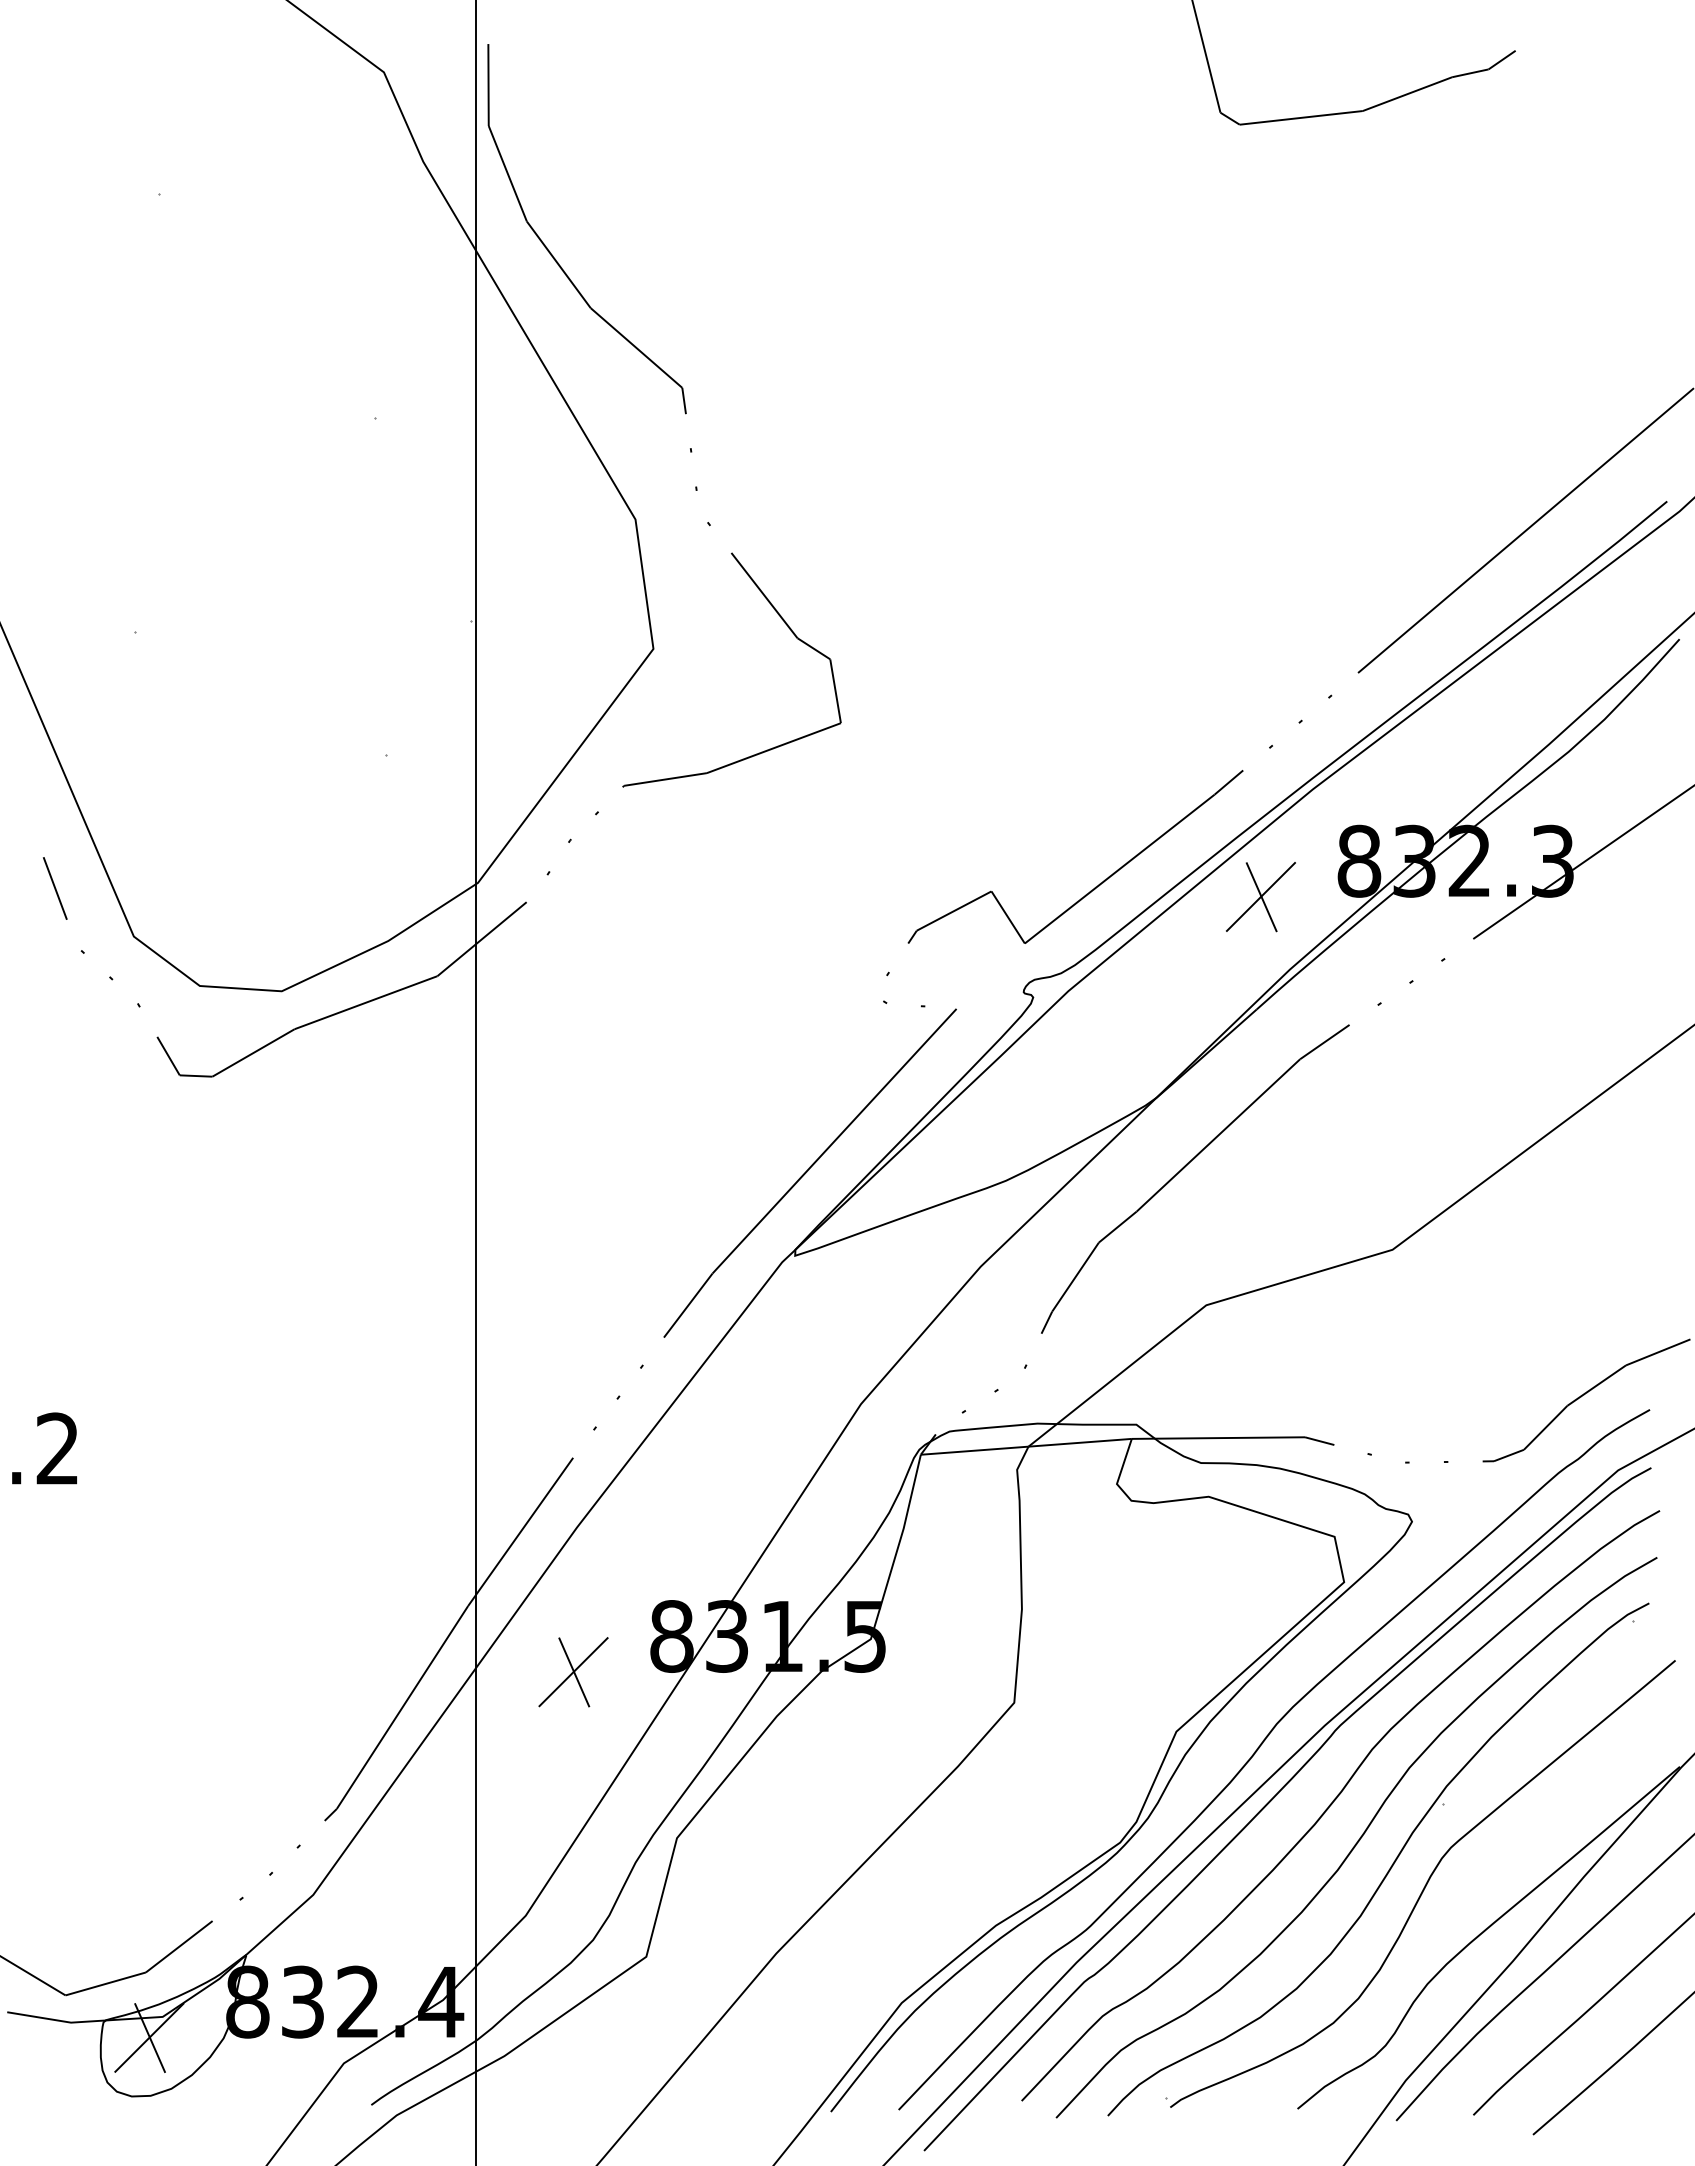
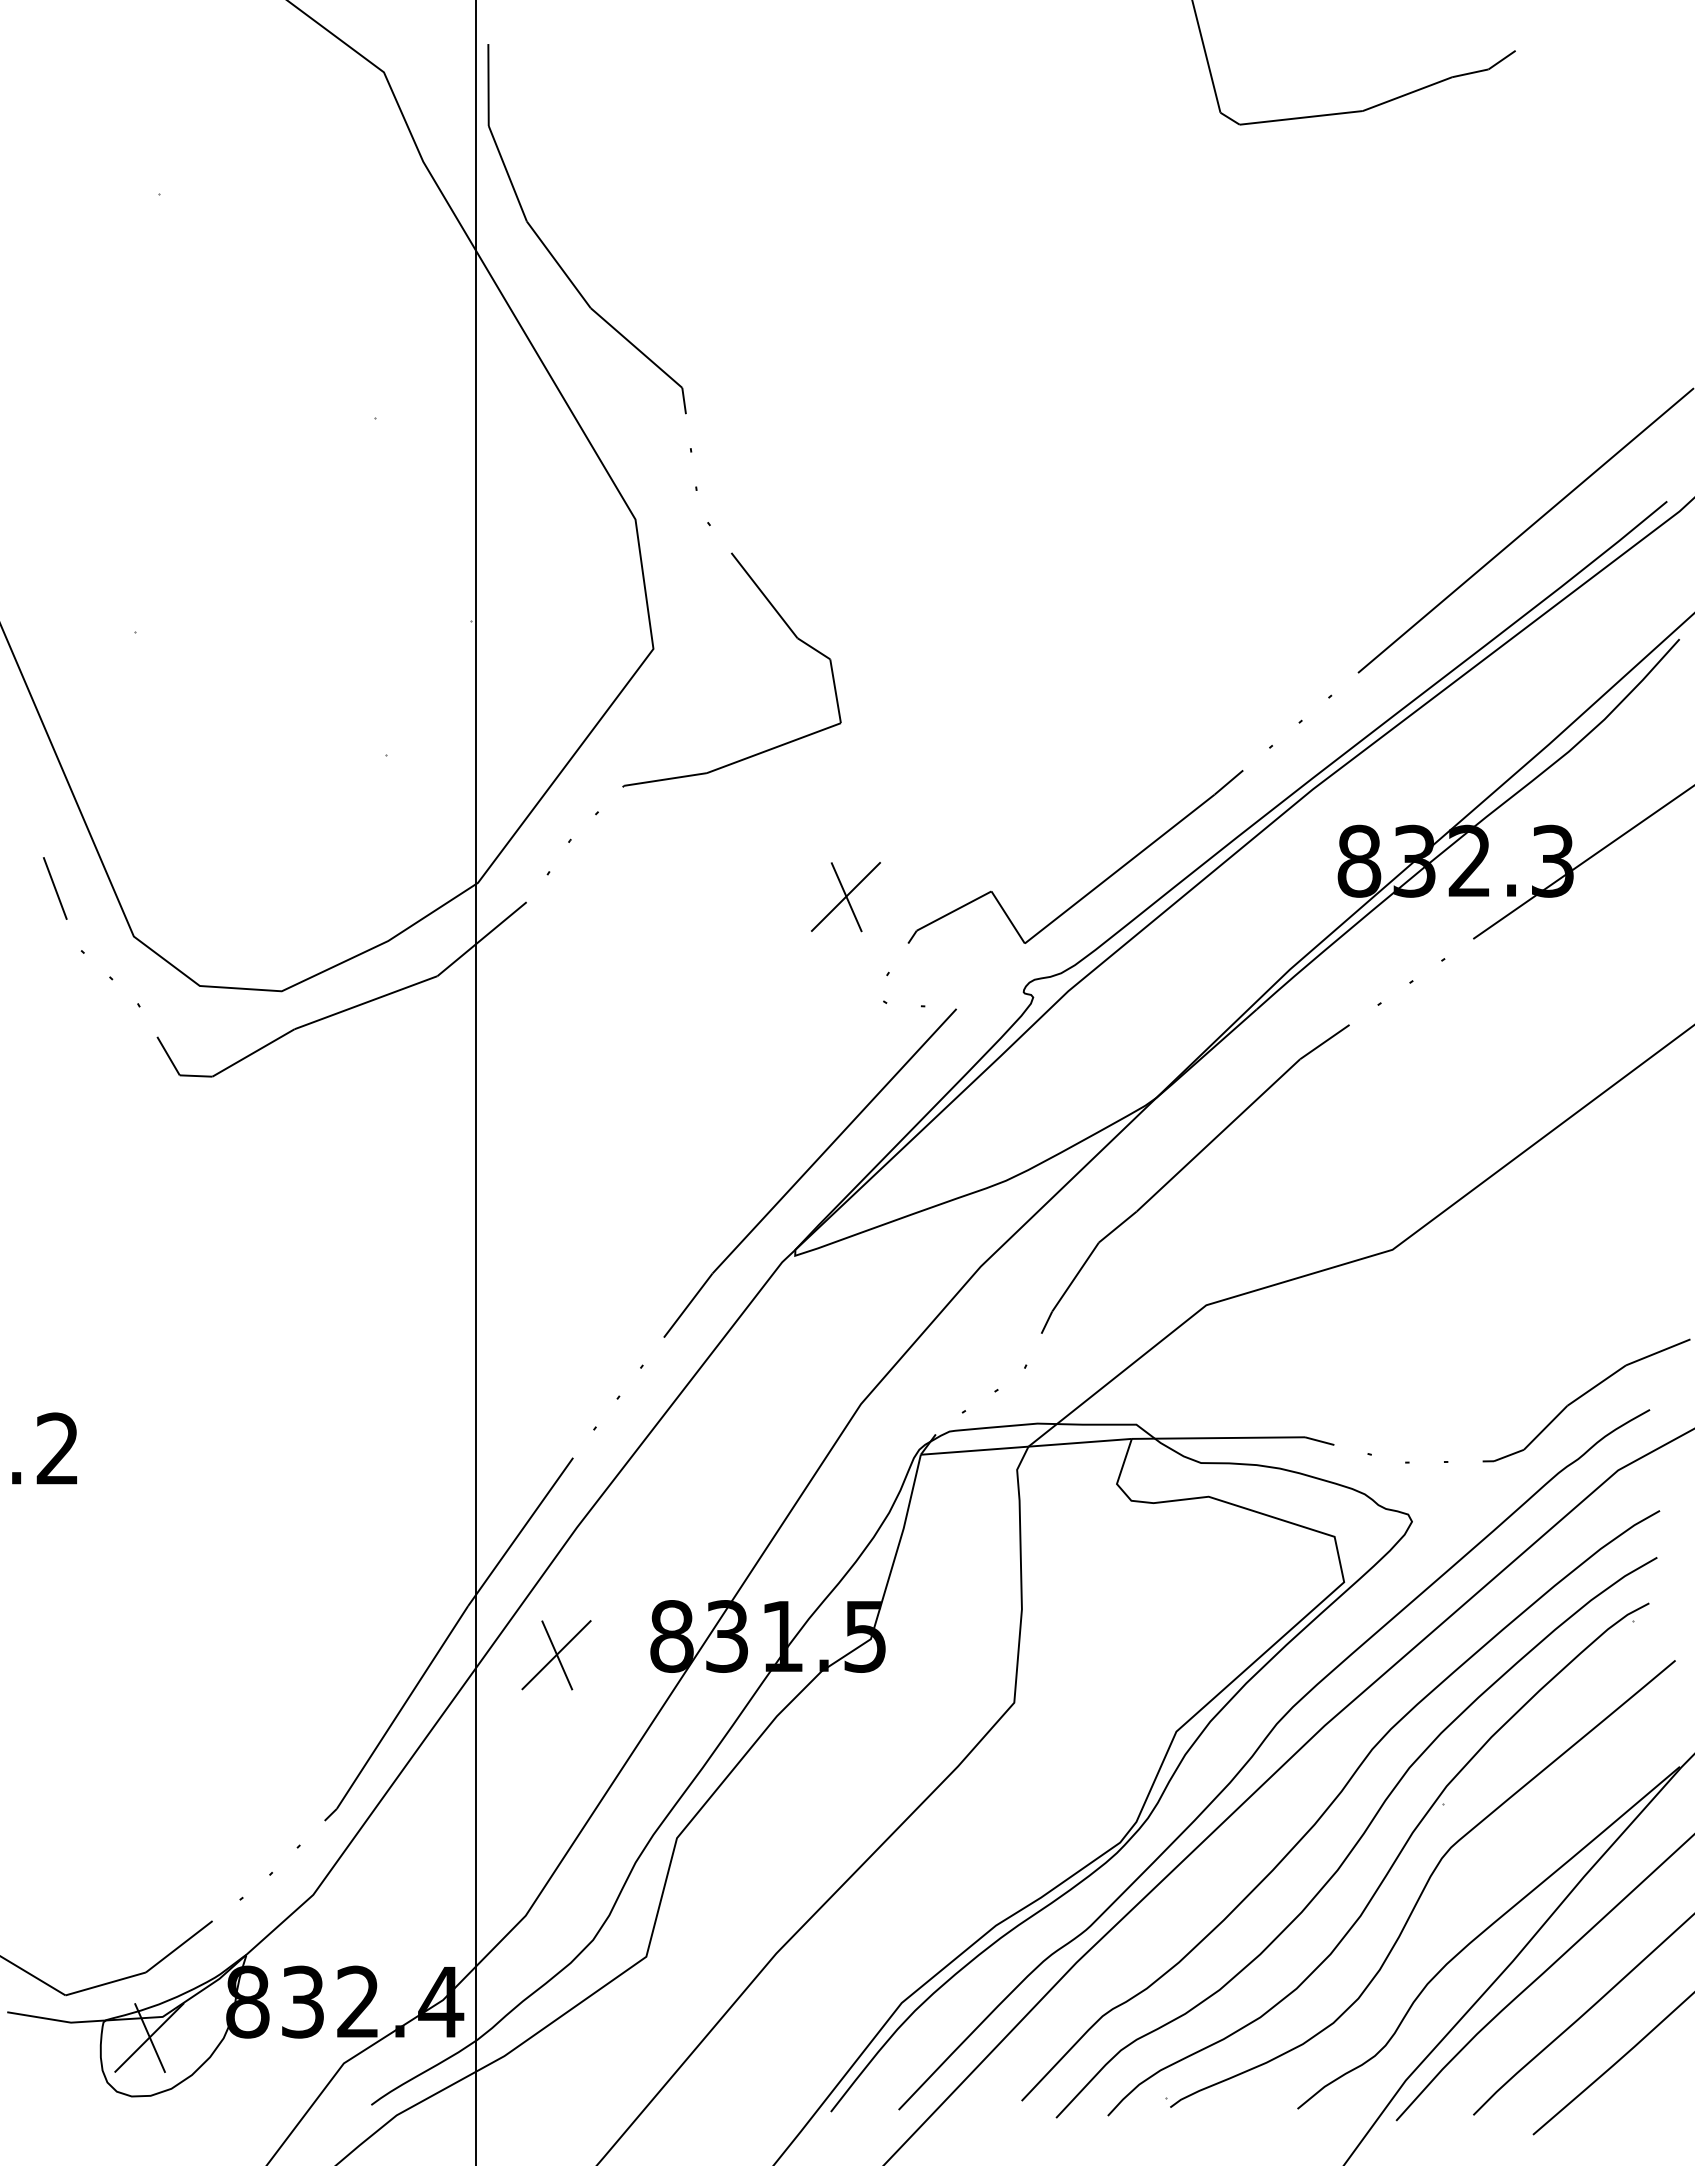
part at (1260, 897) position: (1260, 897) -> (845, 897)
part at (573, 1672) position: (573, 1672) -> (556, 1655)
curve at (1275, 1797): present -> none
